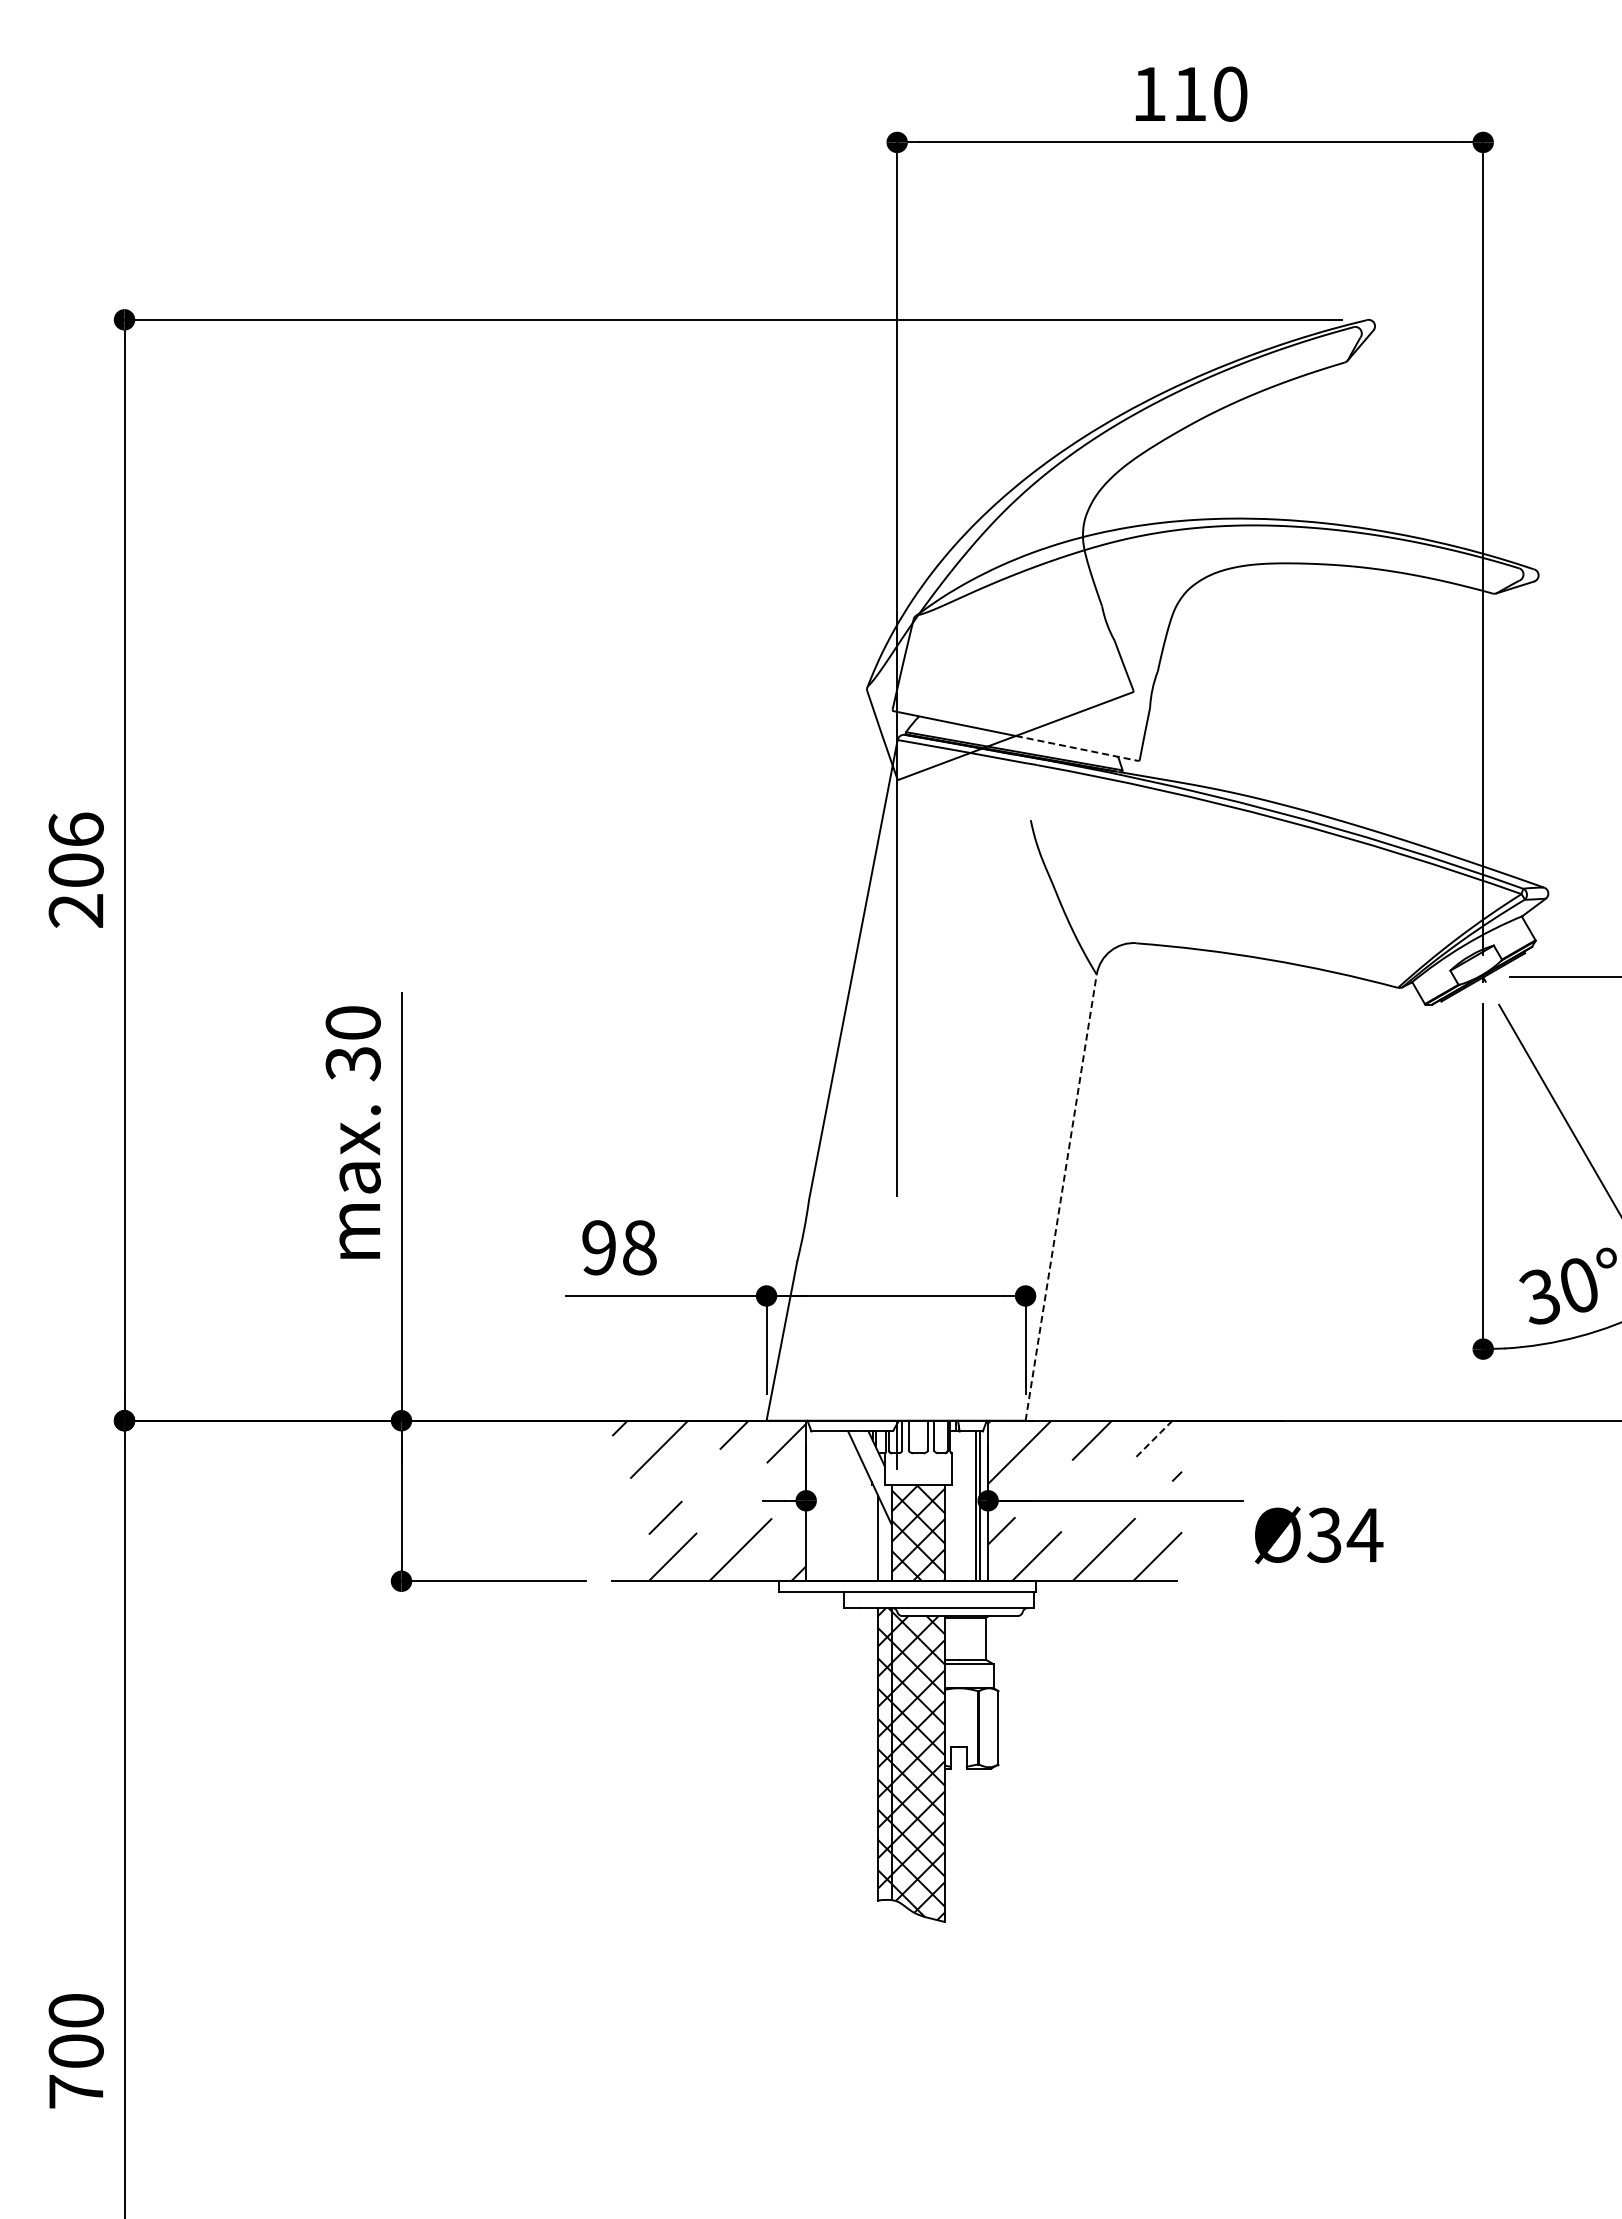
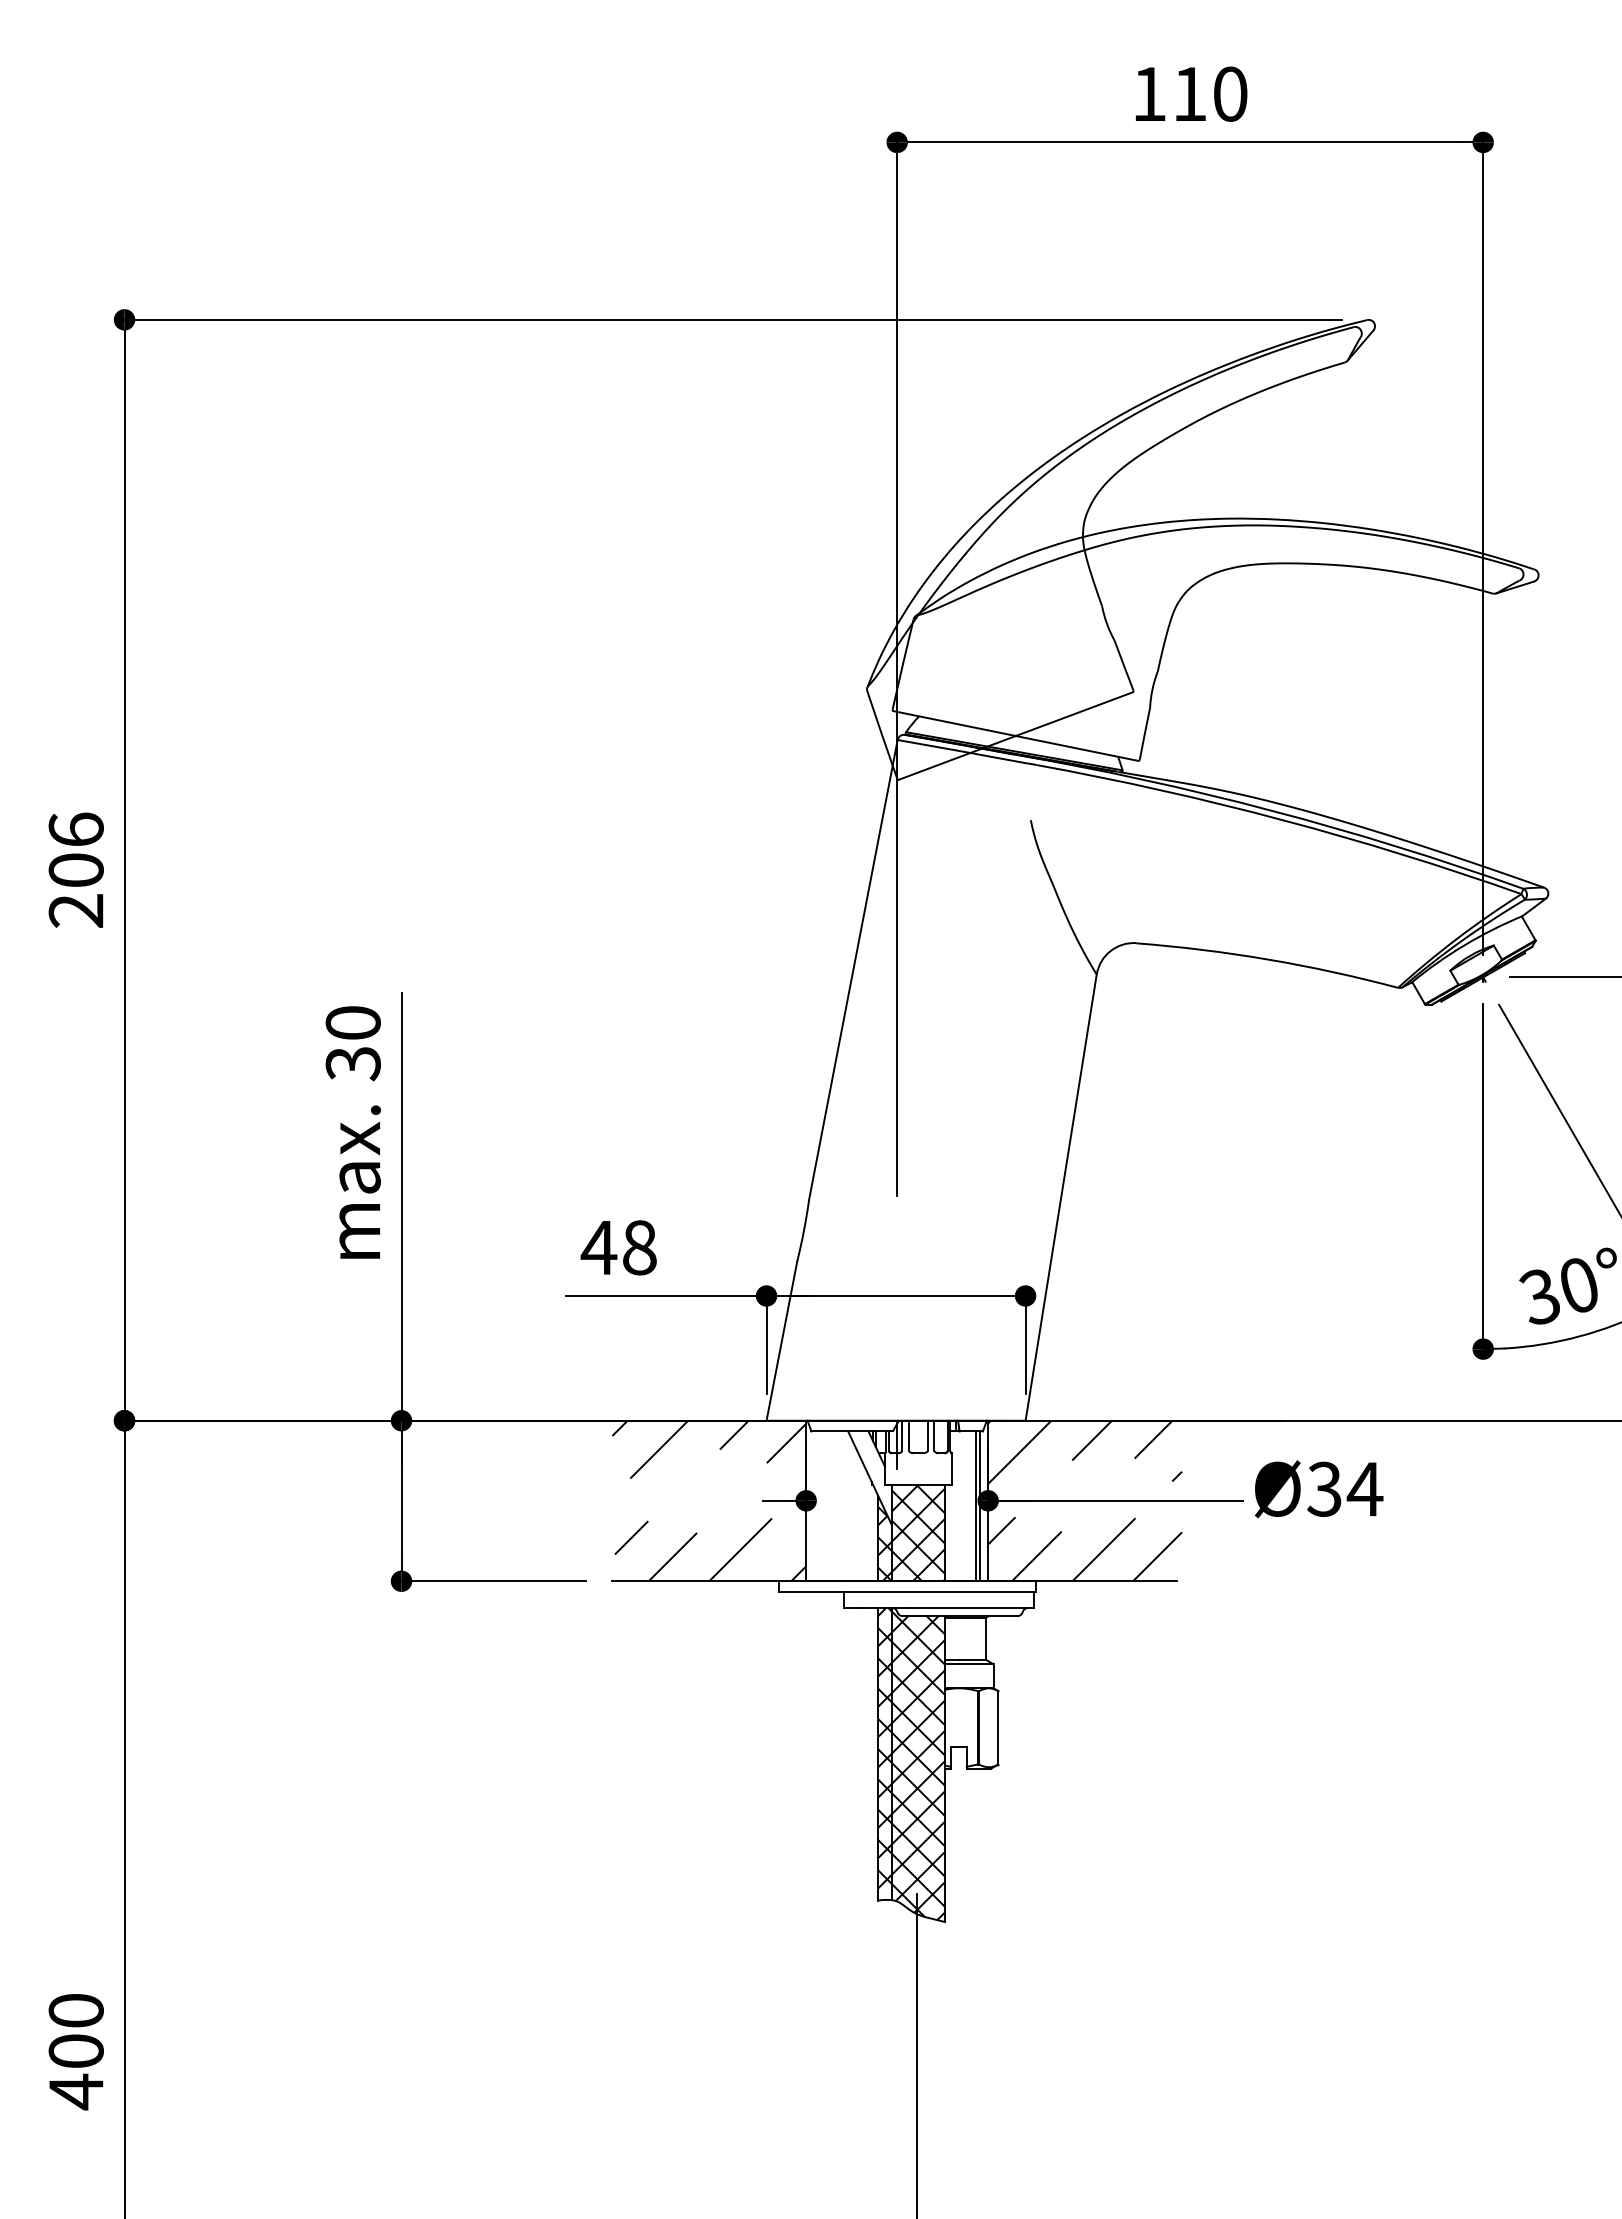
line at (1077, 748): dashed -> solid
line at (1061, 1197): dashed -> solid
text at (598, 1247): 98 -> 48
line at (1153, 1439): dashed -> solid
line at (665, 1517) position: (665, 1517) -> (631, 1537)
text at (1319, 1535) position: (1319, 1535) -> (1319, 1489)
hatch at (884, 1544): none -> present
line at (917, 2054): none -> present
text at (76, 2091): 700 -> 400
